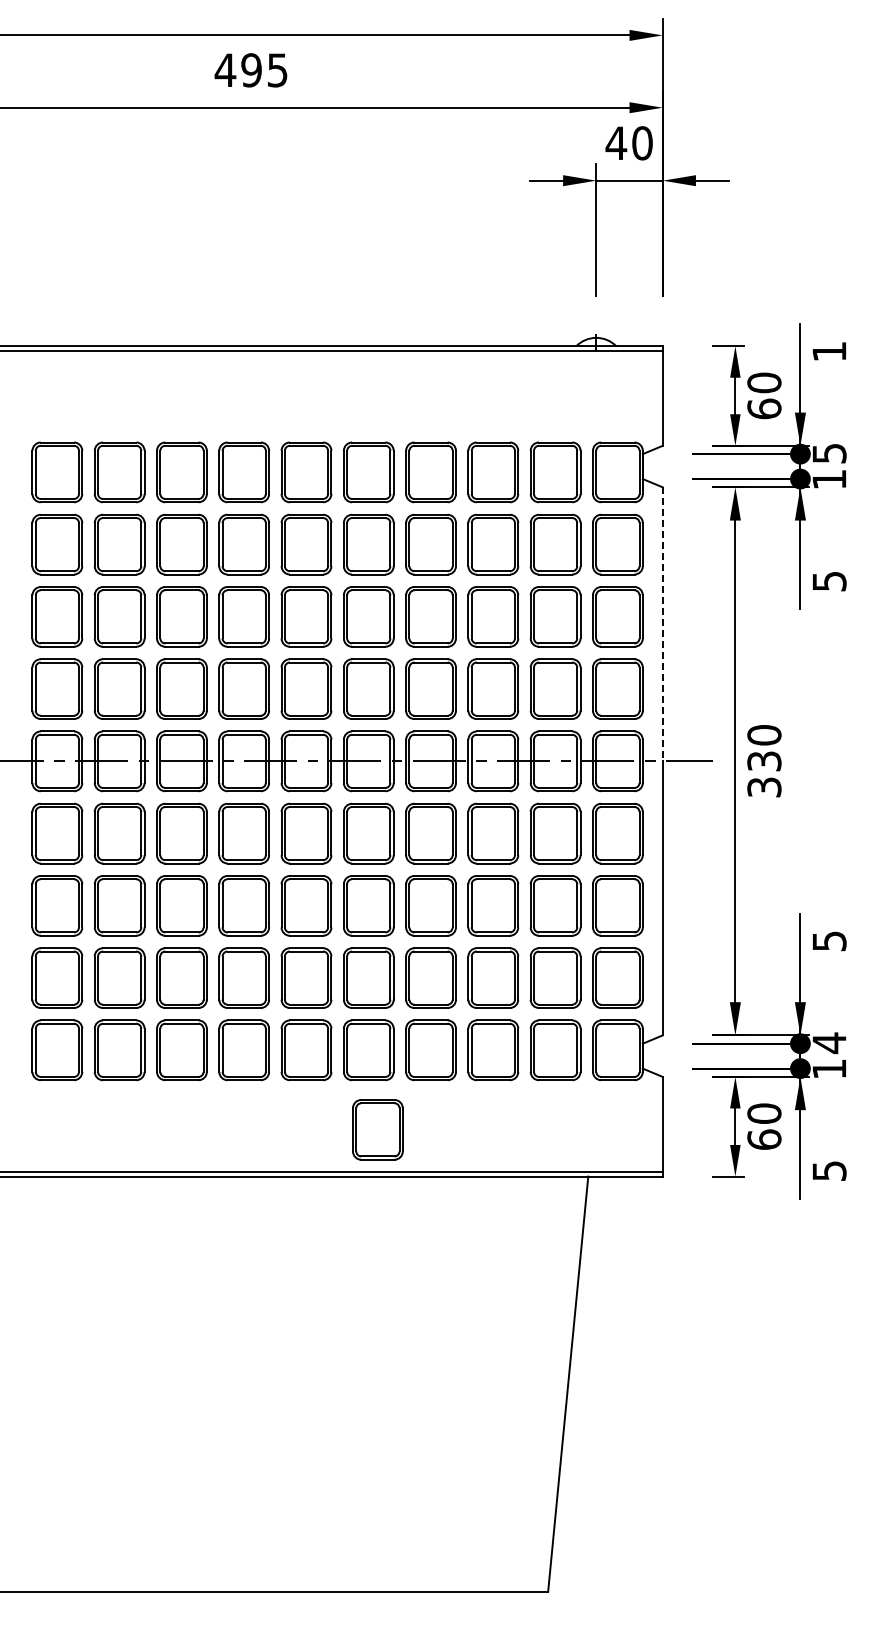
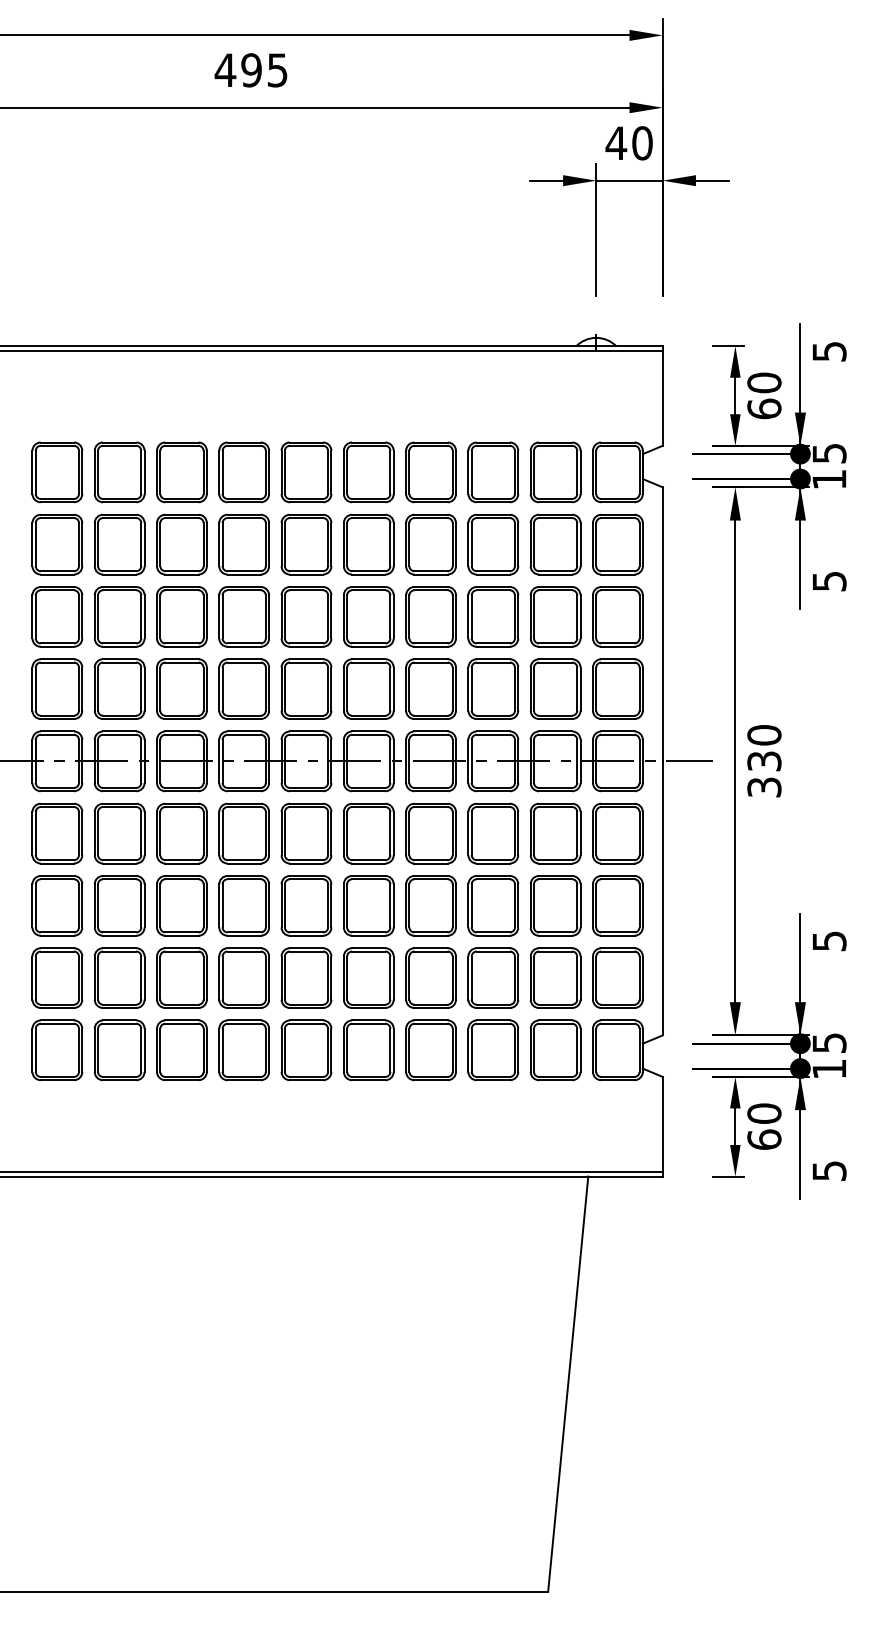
text at (829, 351): 1 -> 5
line at (662, 624): dashed -> solid
text at (829, 1043): 14 -> 15
part at (377, 1129): present -> none
